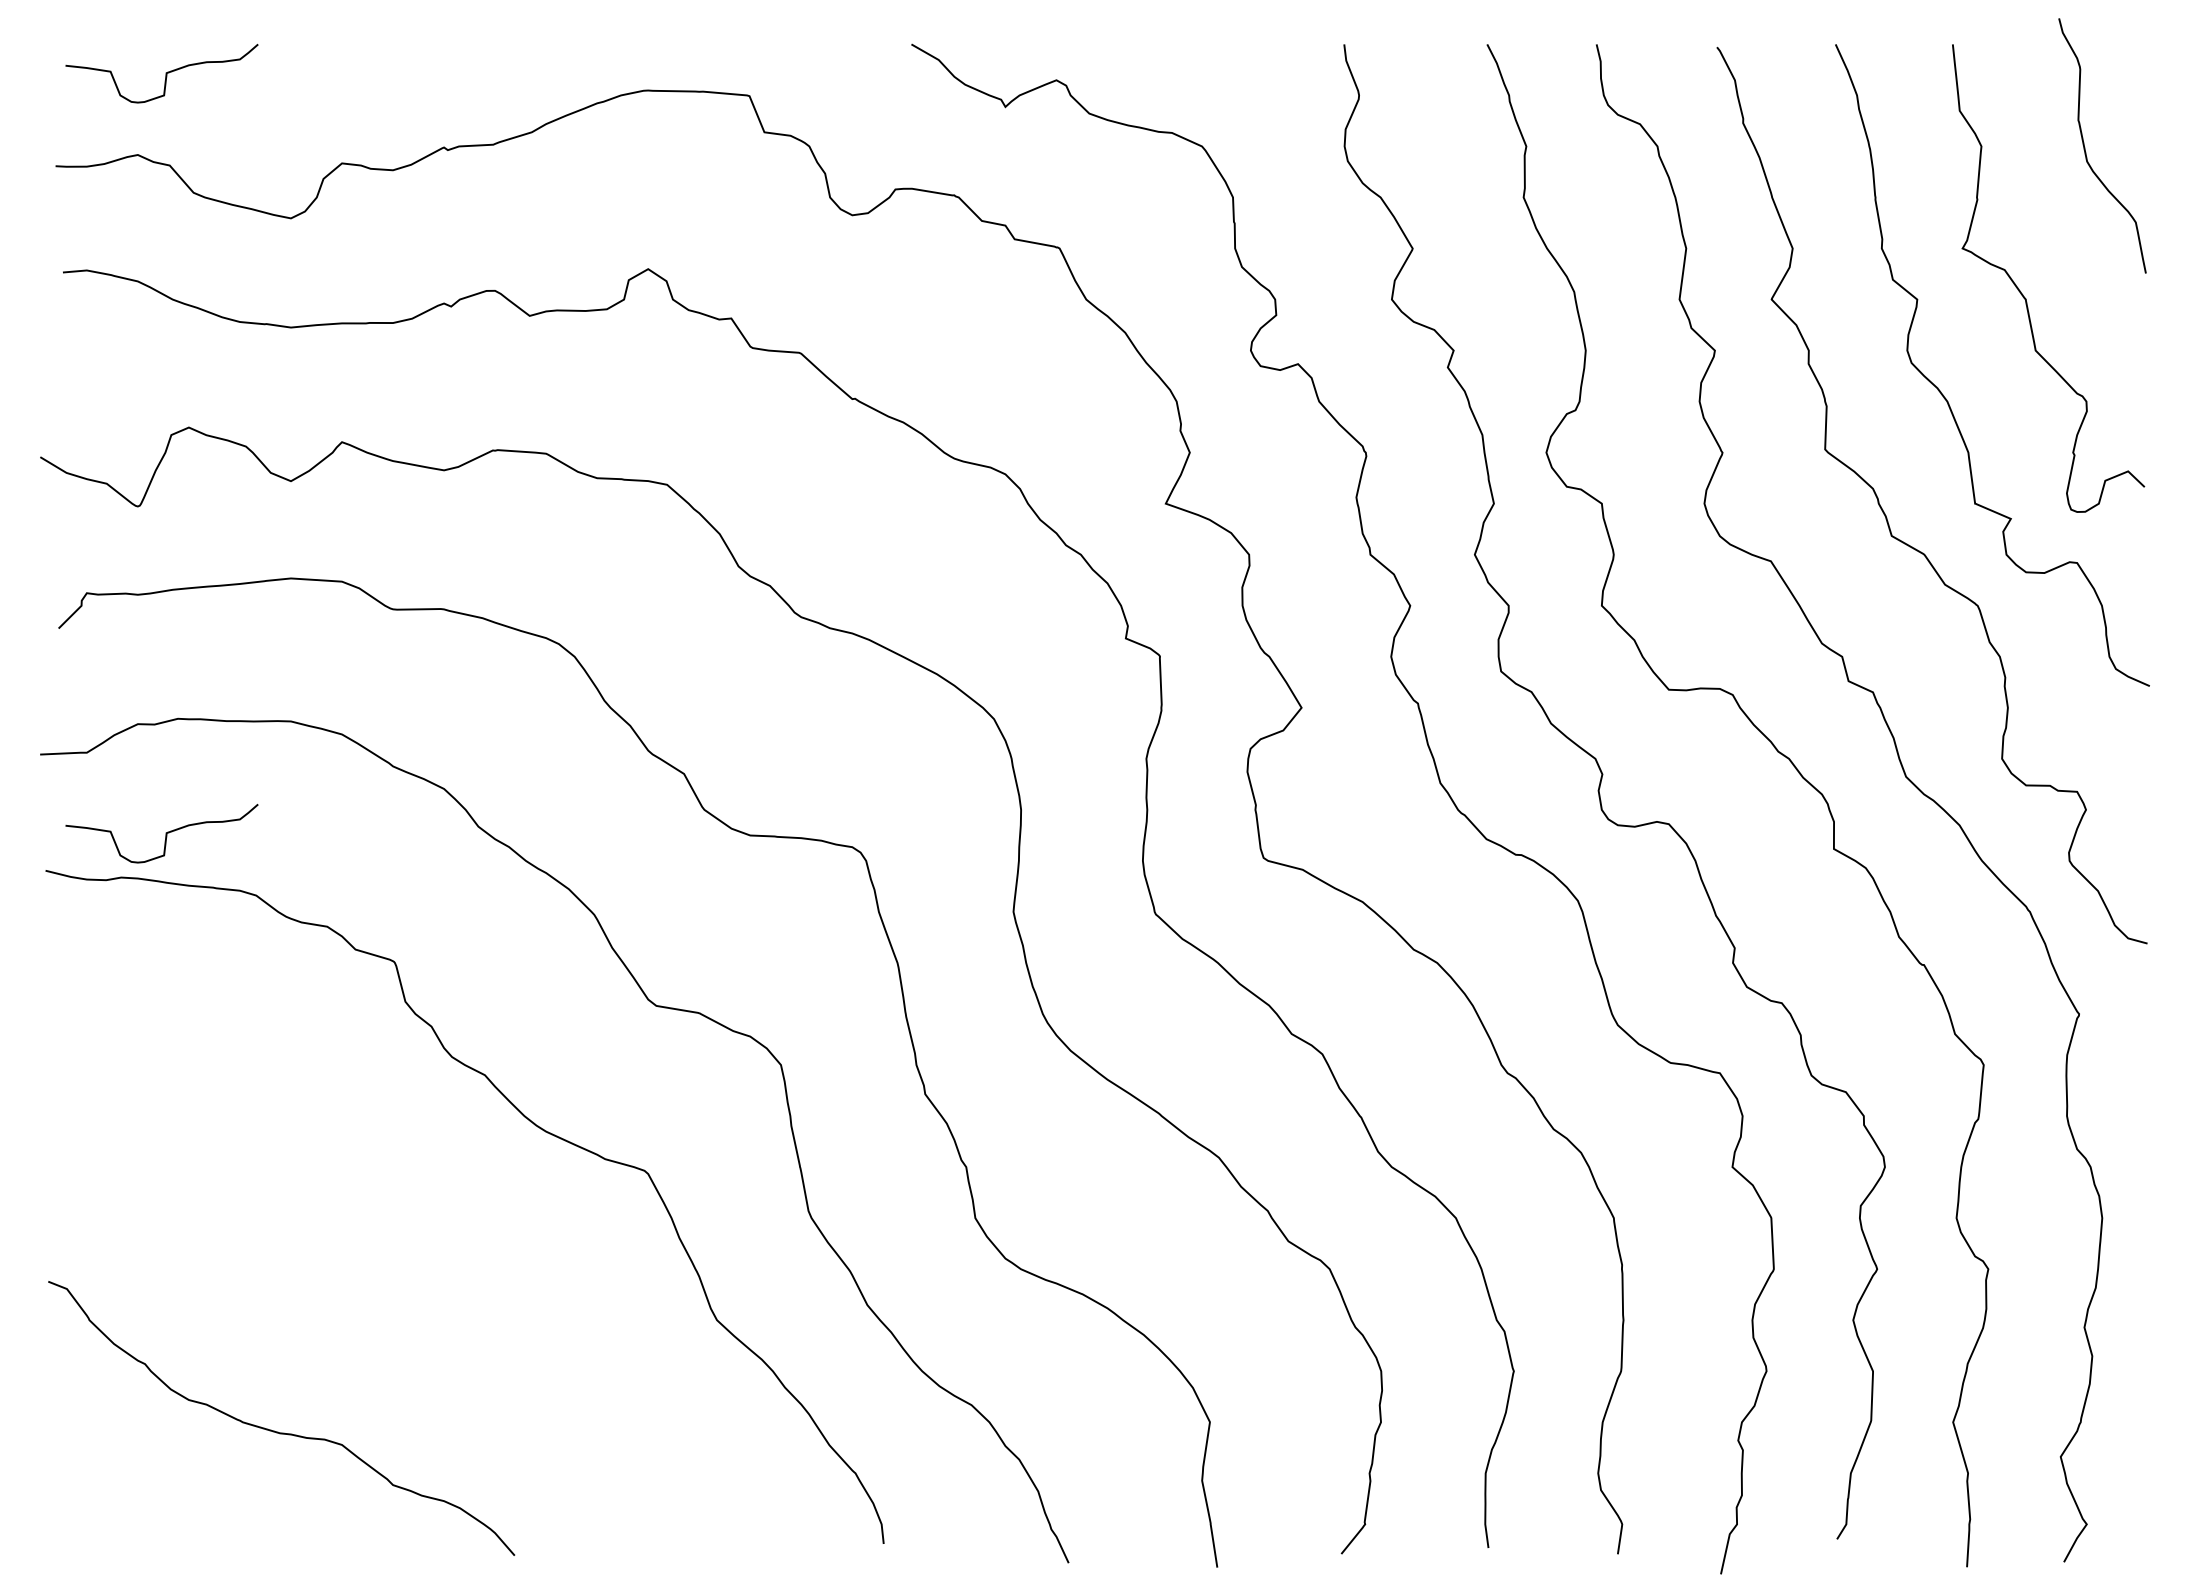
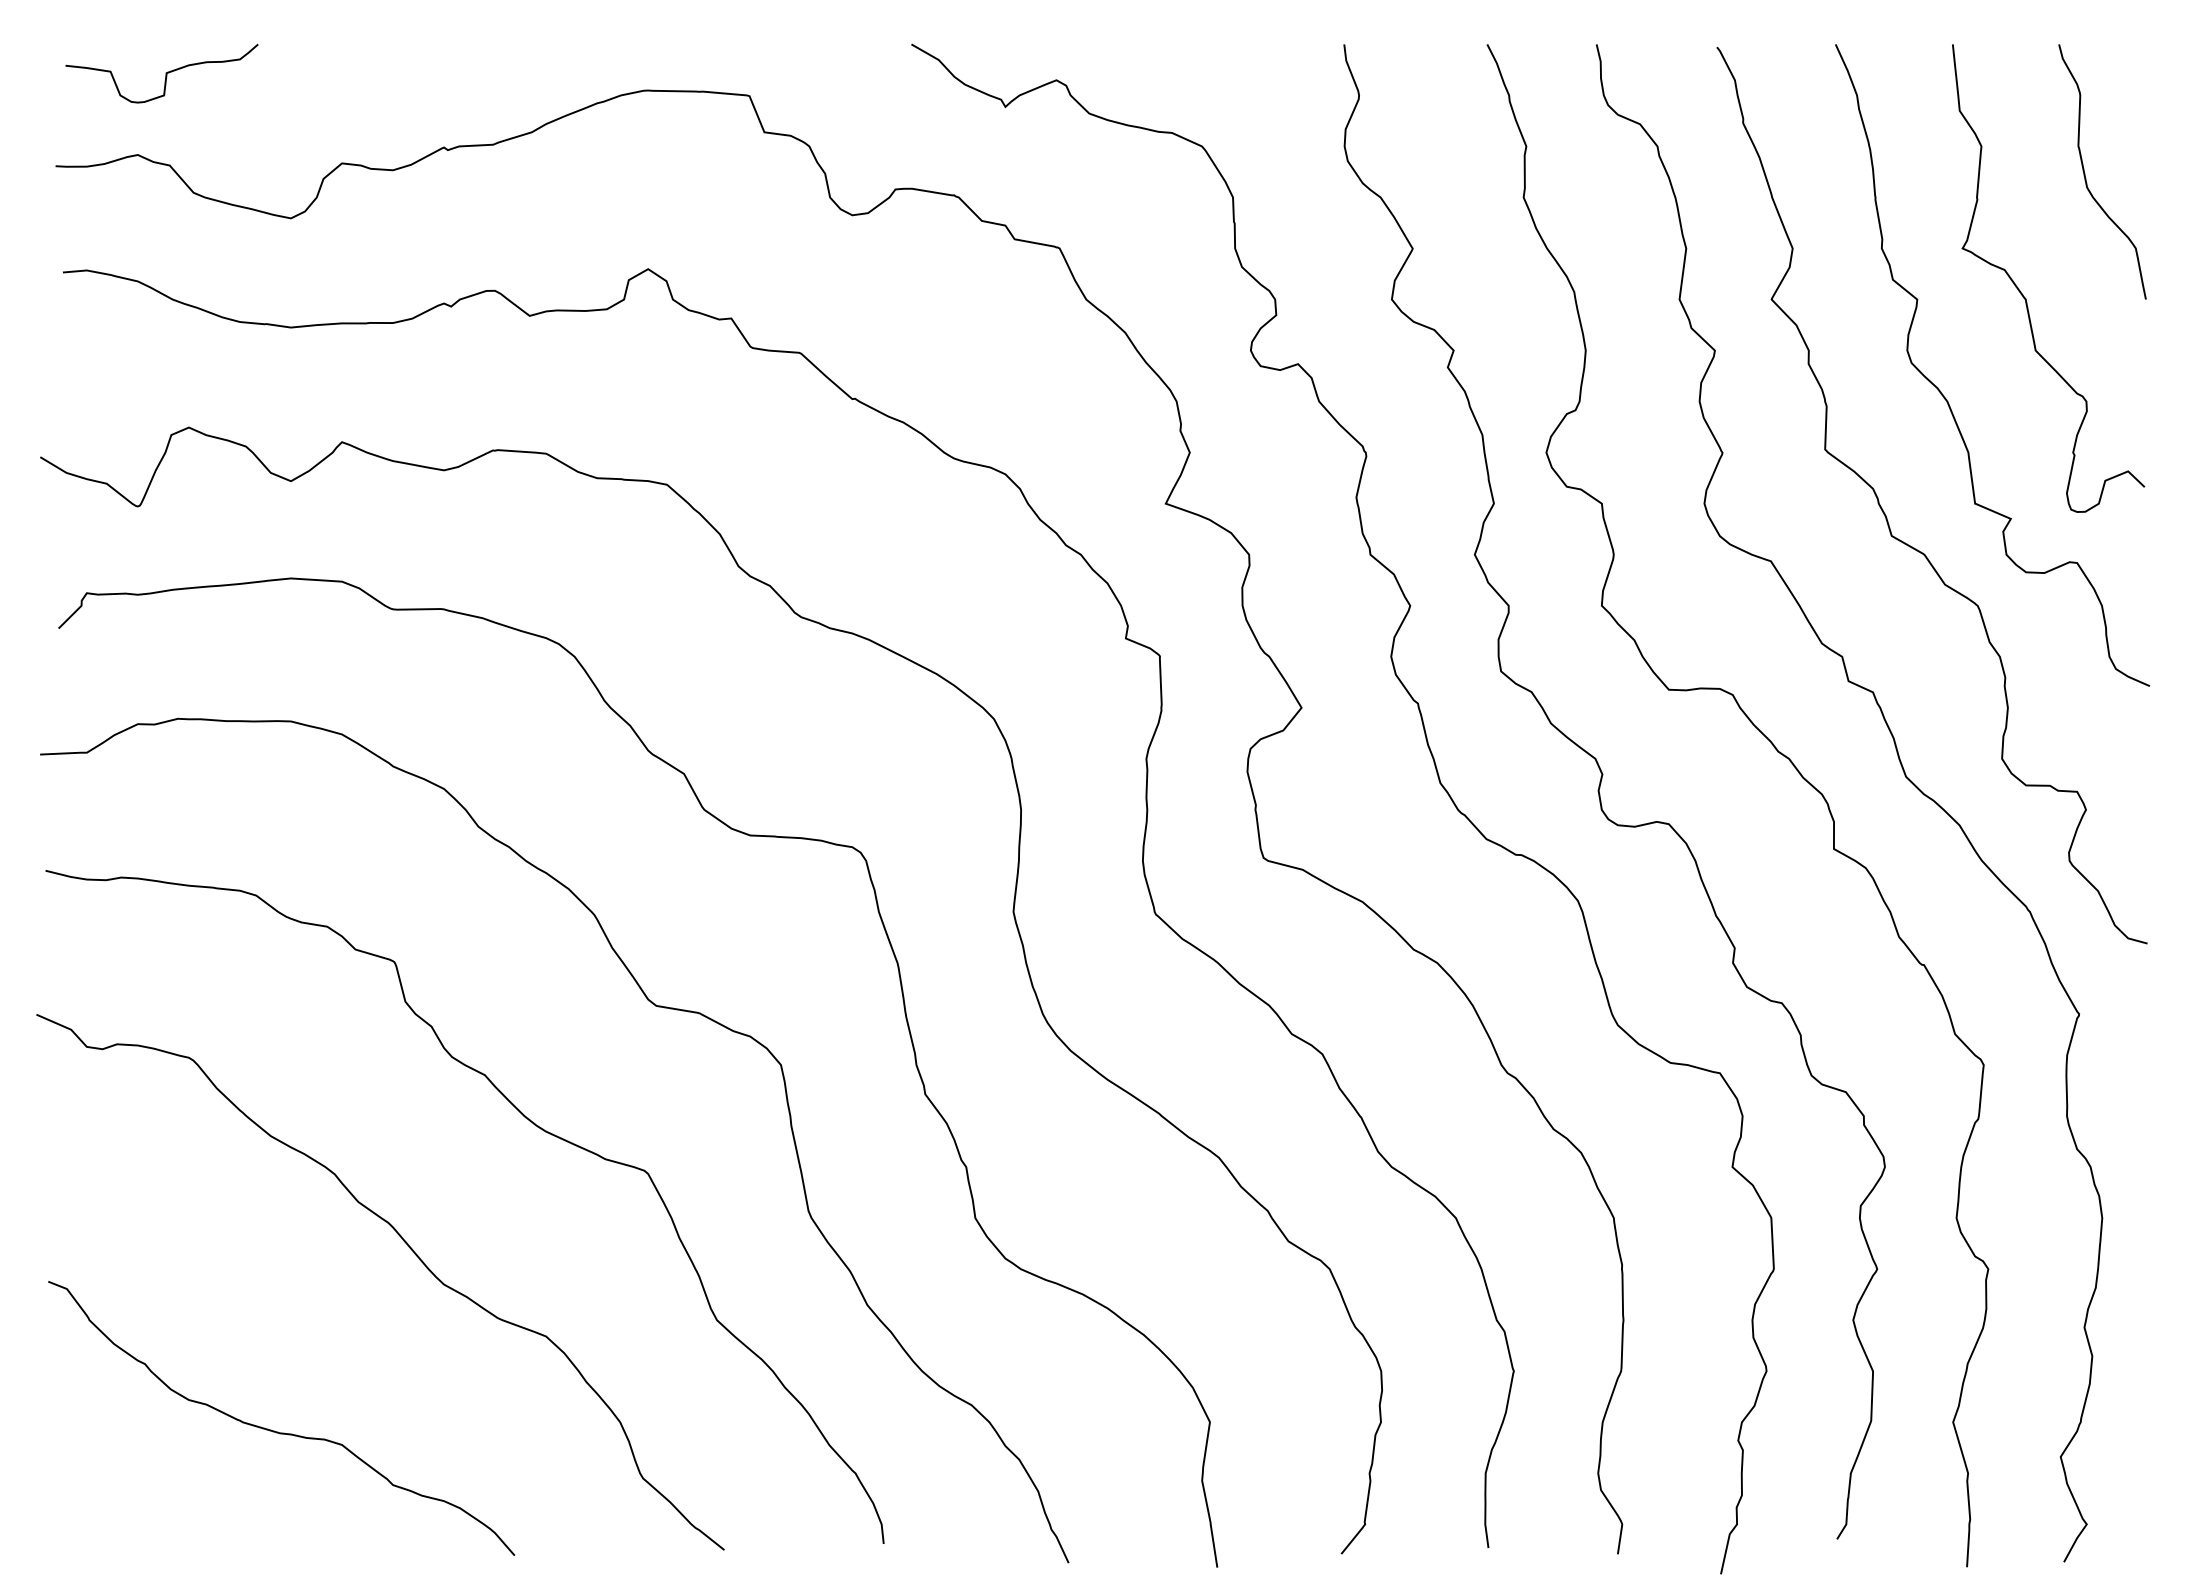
curve at (2085, 147) position: (2085, 147) -> (2085, 173)
curve at (165, 833): present -> none
curve at (414, 1254): none -> present
